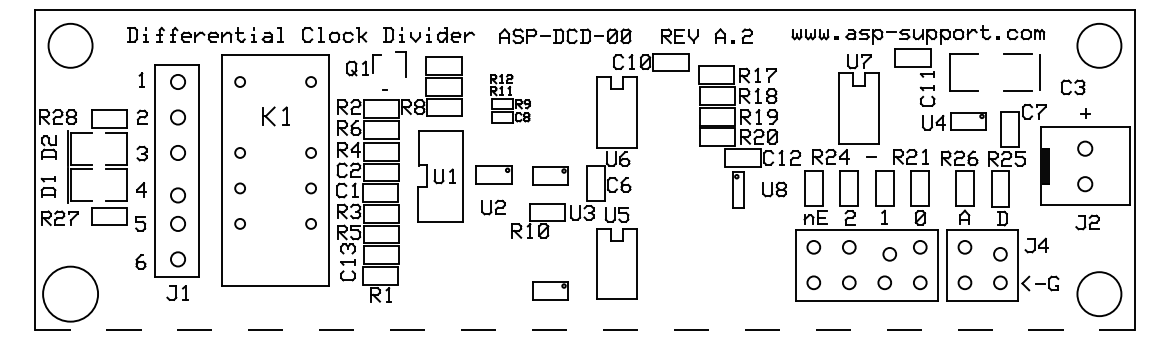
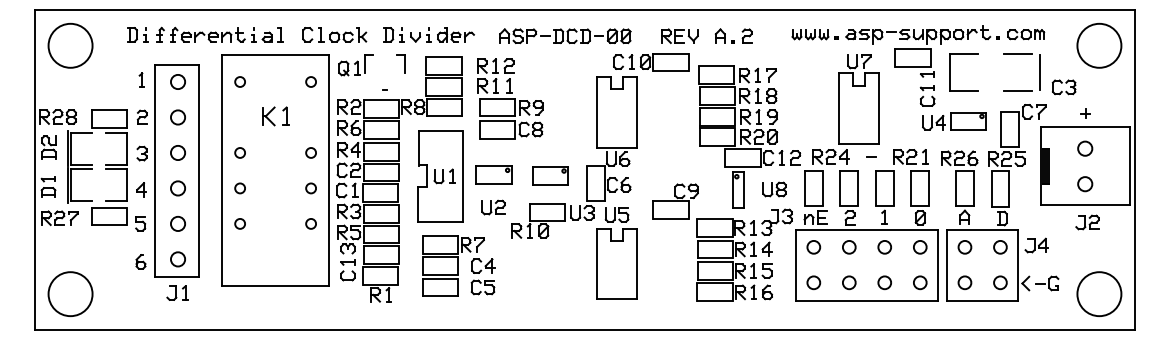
part at (400, 64) size: 12x27 px -> 10x20 px
part at (363, 65) position: (363, 65) -> (355, 65)
part at (1072, 87) position: (1072, 87) -> (1063, 87)
part at (510, 98) size: 41x50 px -> 67x82 px
circle at (177, 195) position: (177, 195) -> (177, 188)
part at (722, 242): none -> present
circle at (889, 254) position: (889, 254) -> (884, 247)
circle at (1000, 254) position: (1000, 254) -> (1000, 247)
part at (458, 265): none -> present
part at (550, 290): present -> none
circle at (70, 293) diameter: 55 px -> 44 px
line at (585, 329): dashed -> solid
